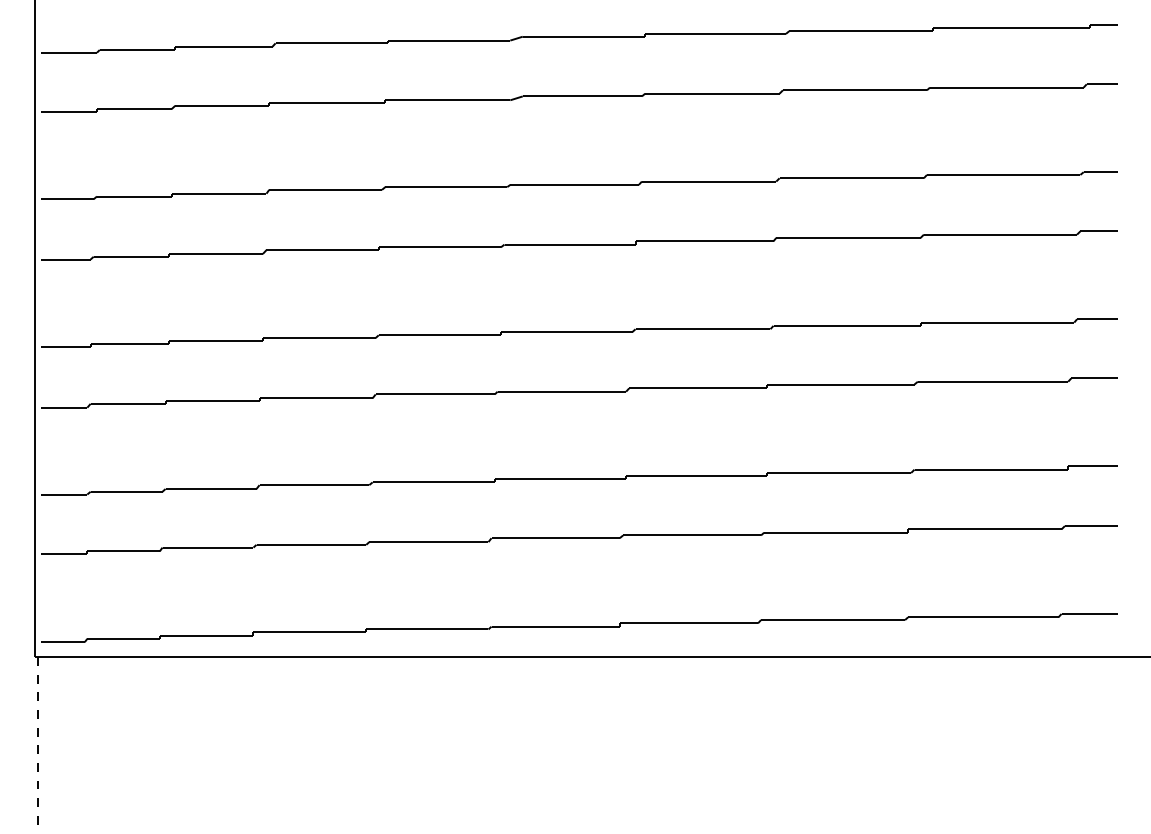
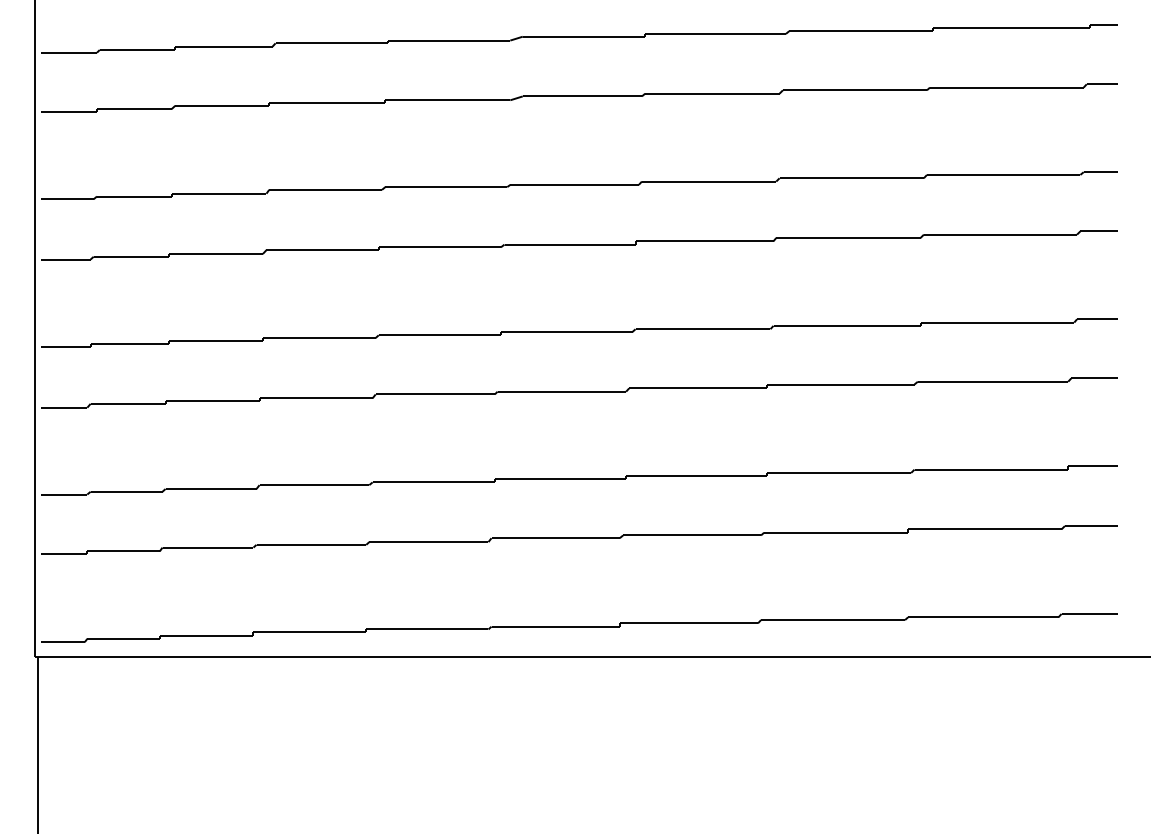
line at (37, 745): dashed -> solid
